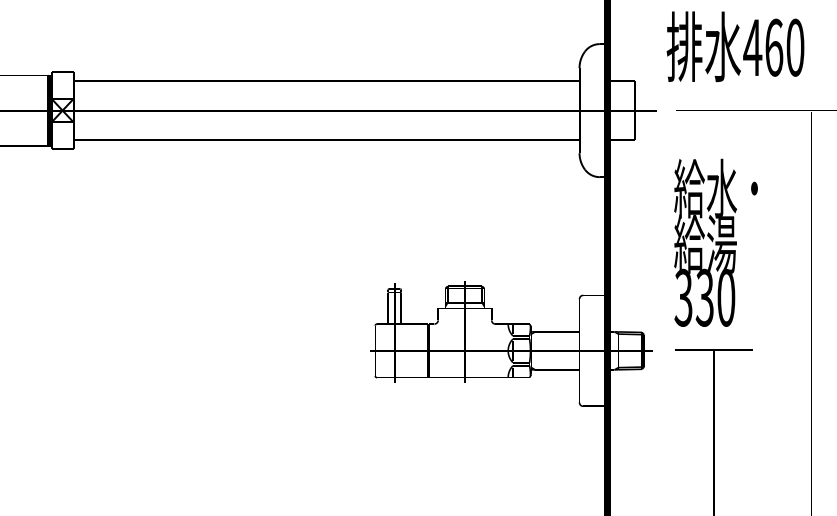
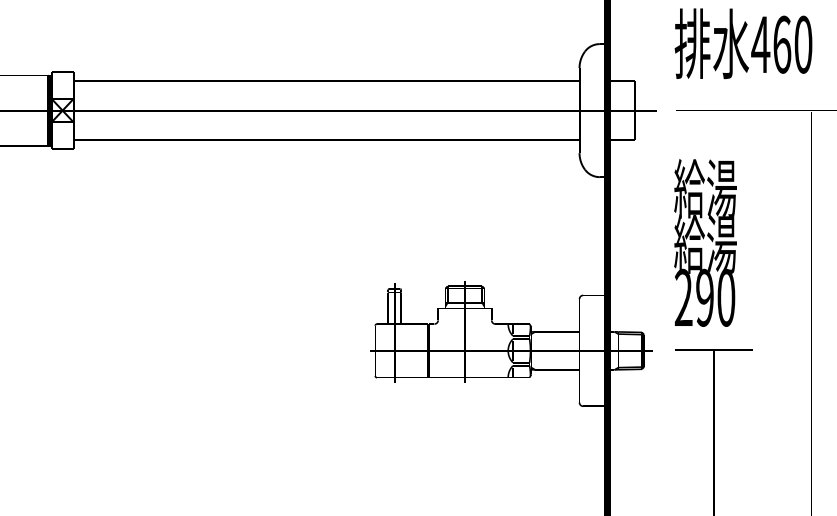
text at (735, 46) position: (735, 46) -> (743, 43)
text at (731, 188): 給水・ -> 給湯
text at (693, 297): 330 -> 290
